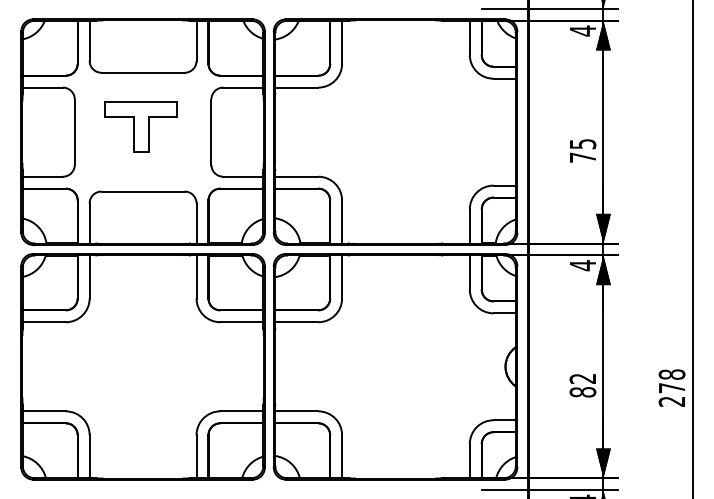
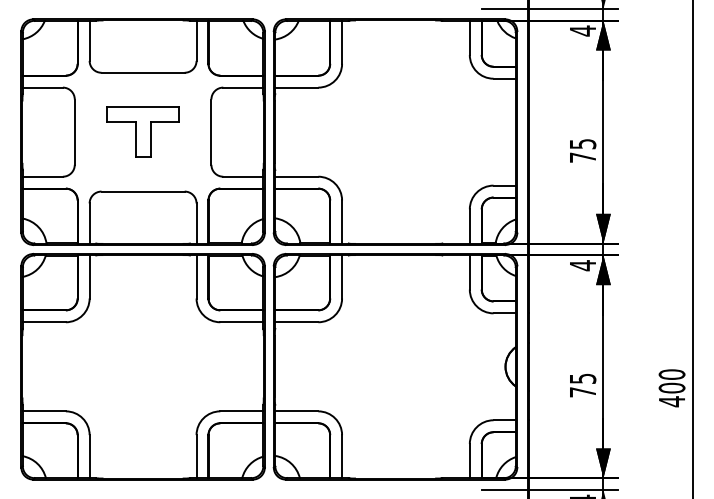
part at (140, 126) position: (140, 126) -> (142, 131)
text at (582, 385): 82 -> 75
text at (671, 388): 278 -> 400
